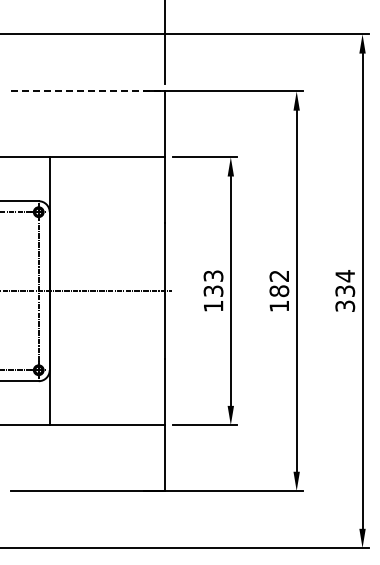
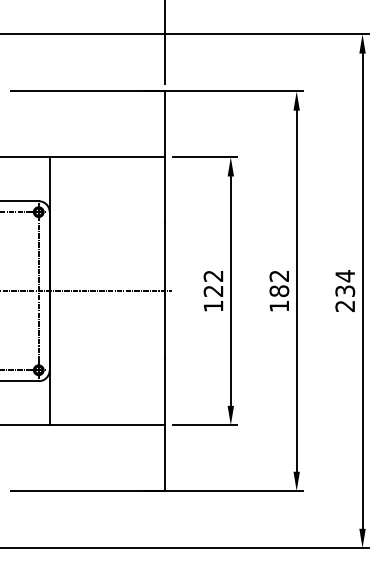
line at (88, 91): dashed -> solid
text at (213, 283): 133 -> 122
text at (345, 305): 334 -> 234
